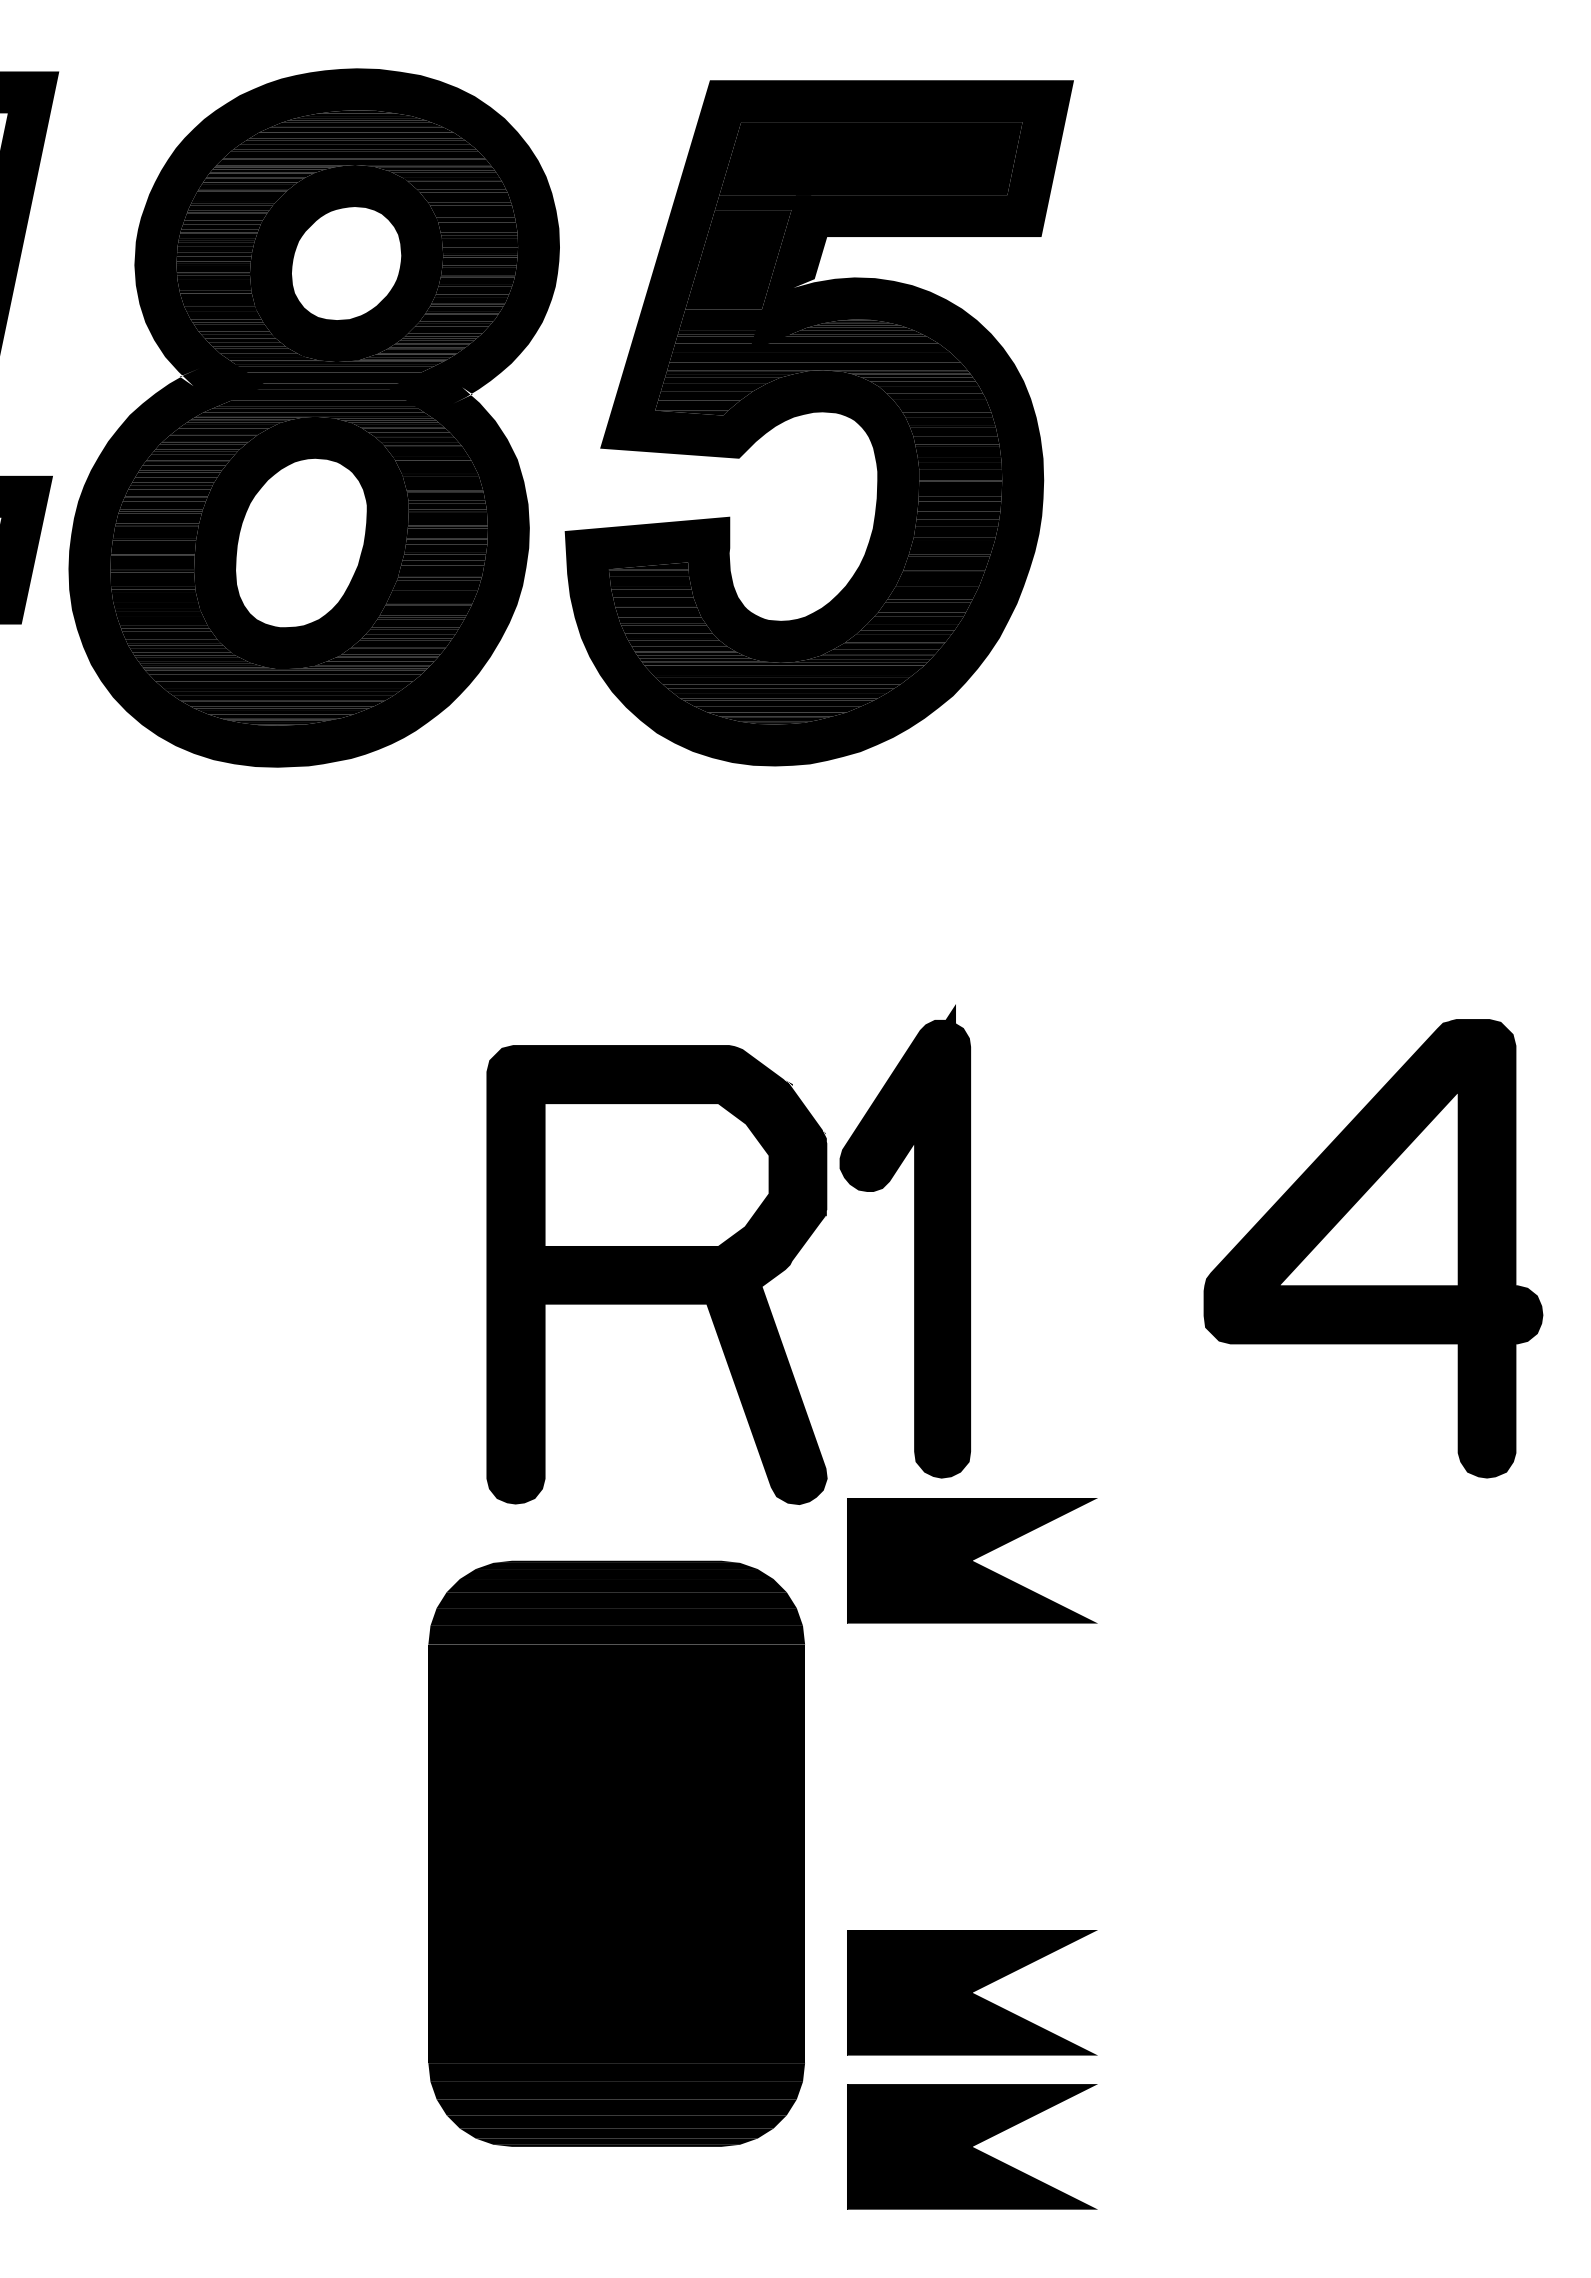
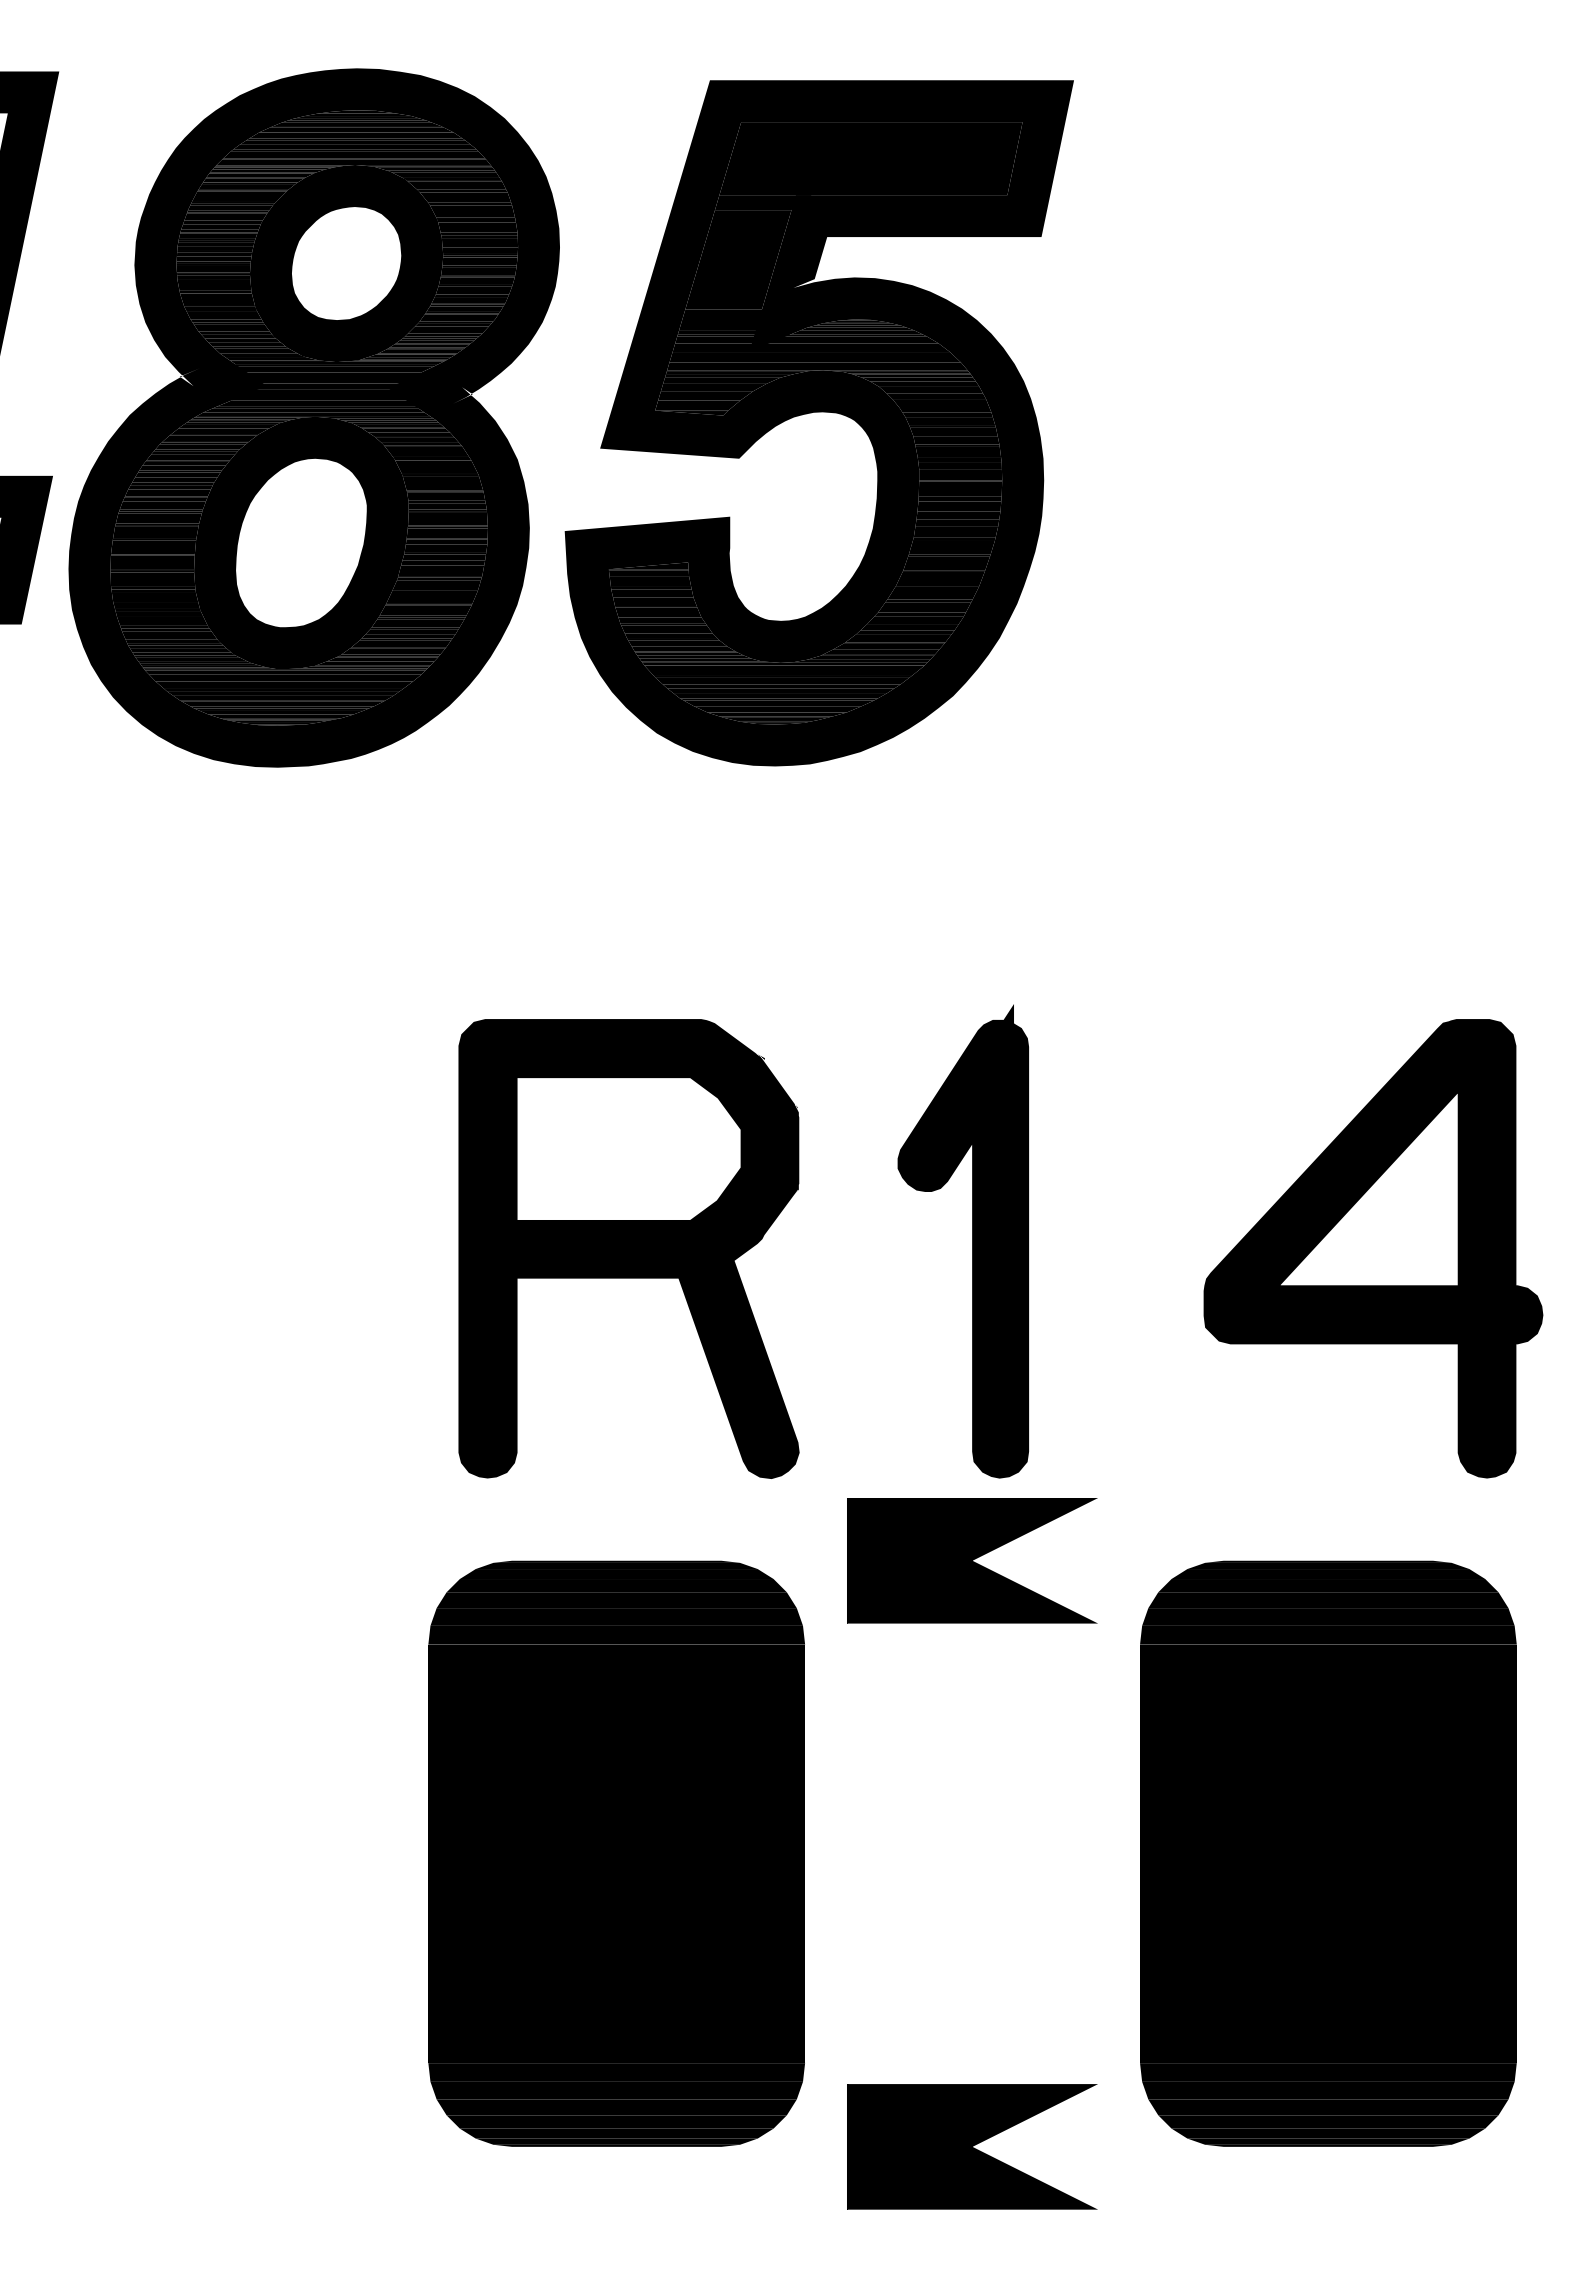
part at (914, 1241) position: (914, 1241) -> (972, 1241)
part at (656, 1274) position: (656, 1274) -> (628, 1248)
part at (1328, 1853): none -> present
part at (972, 1992): present -> none
